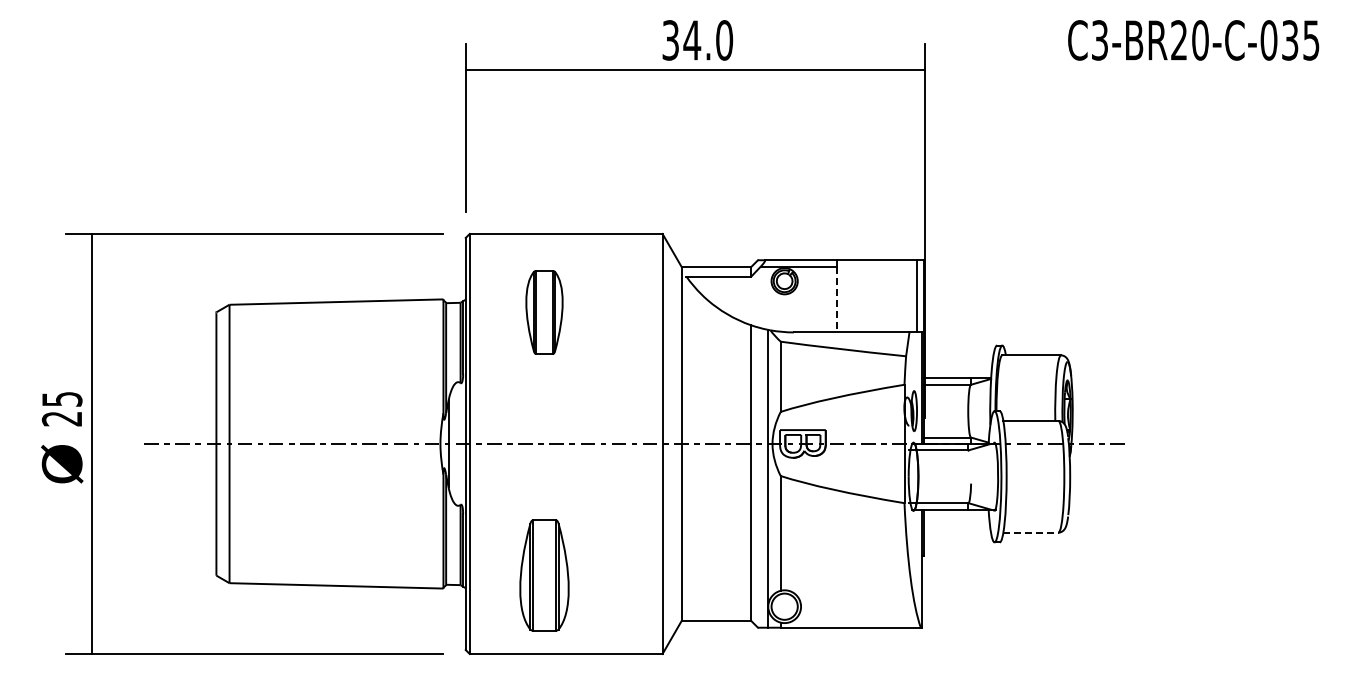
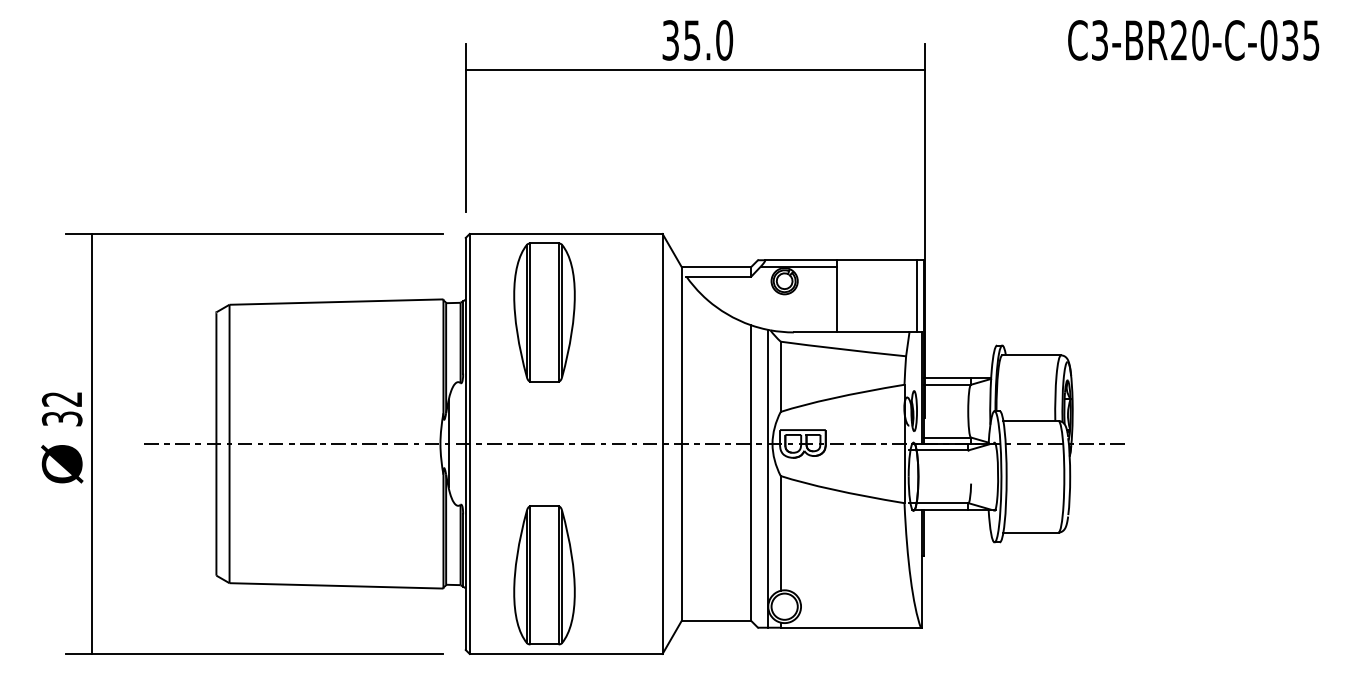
text at (692, 40): 34.0 -> 35.0
line at (837, 299): dashed -> solid
part at (544, 312) size: 39x85 px -> 63x141 px
text at (61, 409): 25 -> 32
line at (1030, 532): dashed -> solid
part at (544, 575) size: 51x113 px -> 63x141 px
